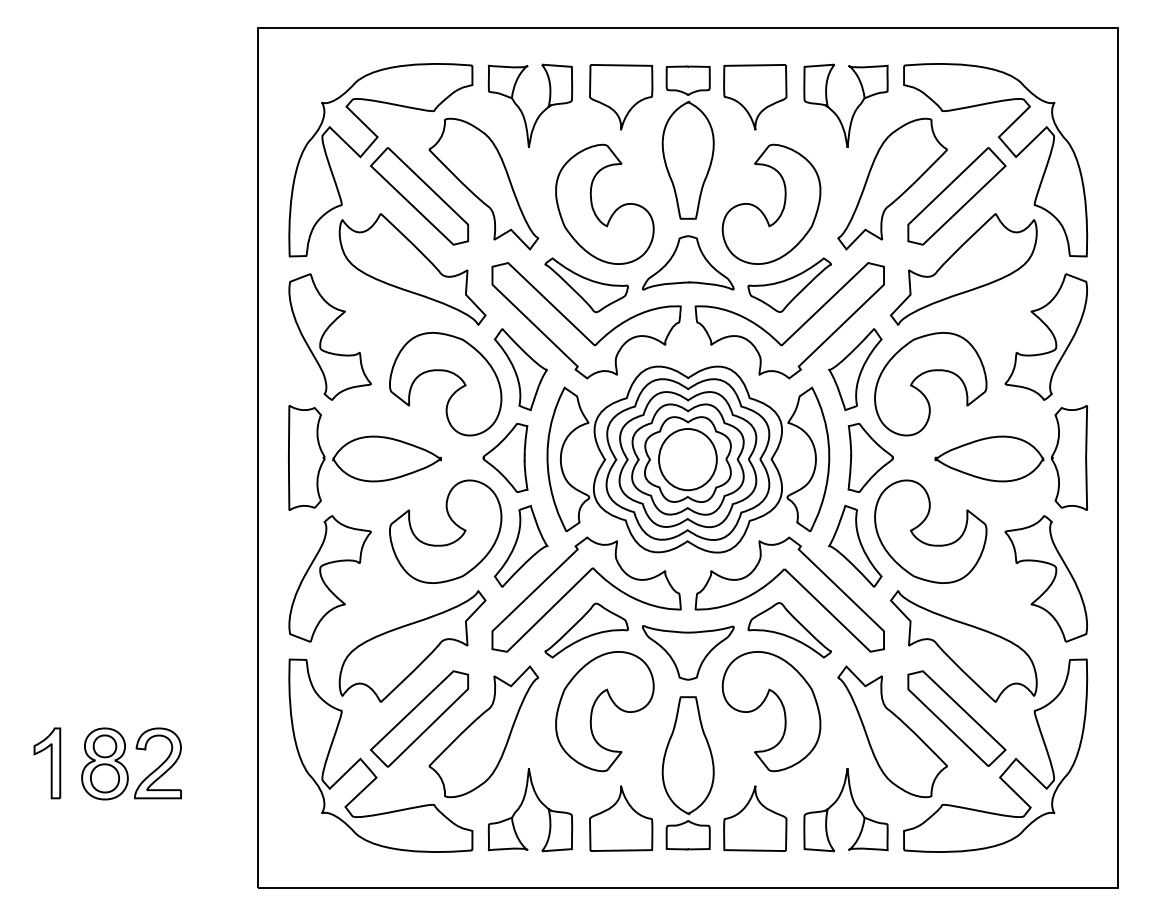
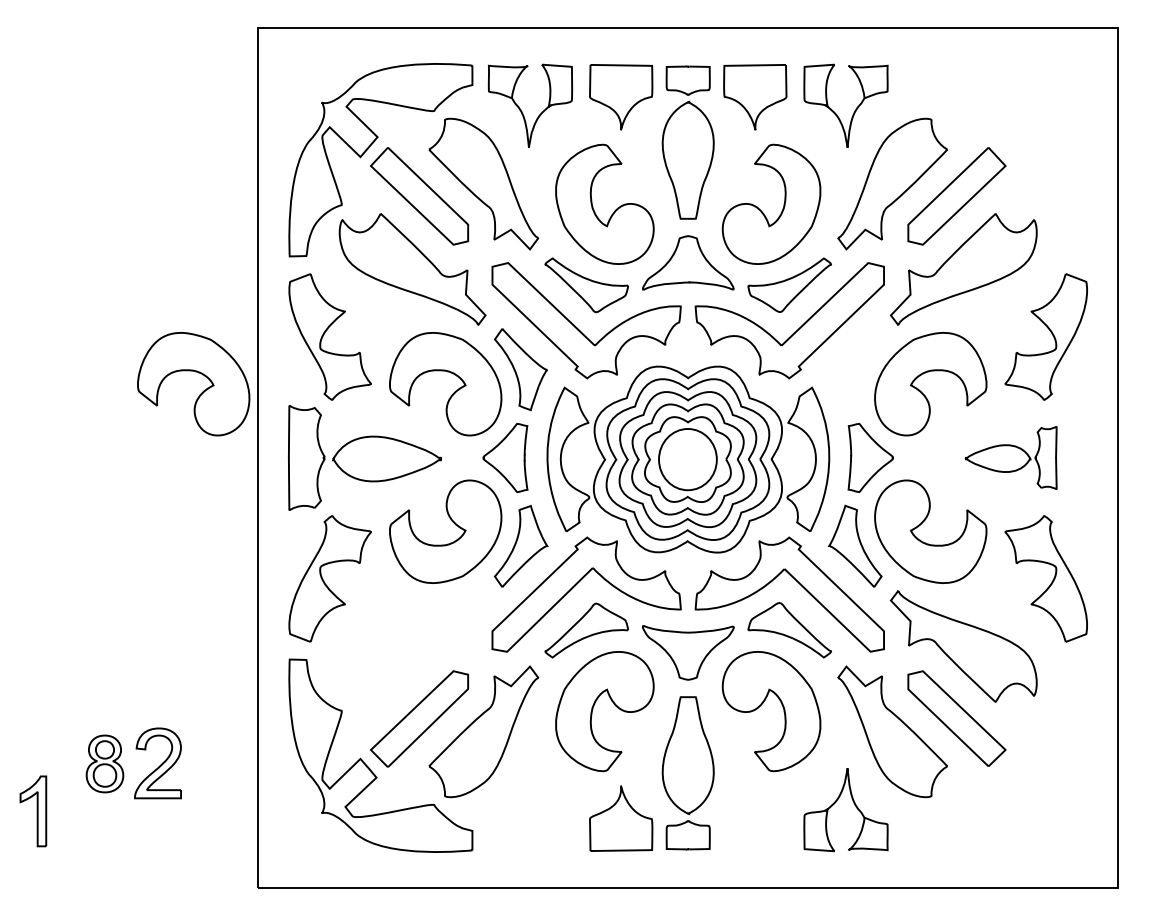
part at (1007, 148): present -> none
part at (854, 369): present -> none
part at (201, 392): none -> present
part at (1010, 457) size: 154x106 px -> 94x64 px
part at (412, 646): present -> none
part at (47, 763) position: (47, 763) -> (33, 811)
part at (104, 763) size: 48x74 px -> 40x60 px
part at (1007, 767): present -> none
part at (521, 806): present -> none
part at (755, 818): present -> none
